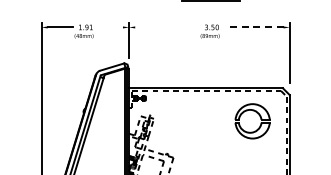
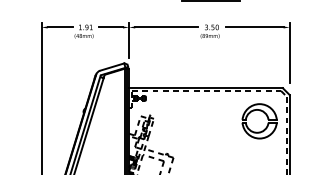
line at (110, 27): none -> present
line at (166, 27): none -> present
line at (254, 27): dashed -> solid
part at (260, 122) position: (260, 122) -> (267, 122)
